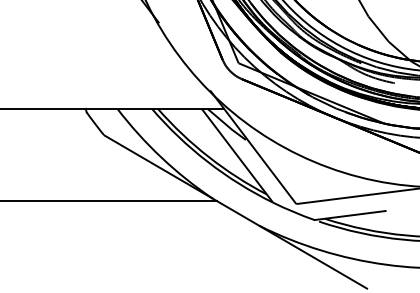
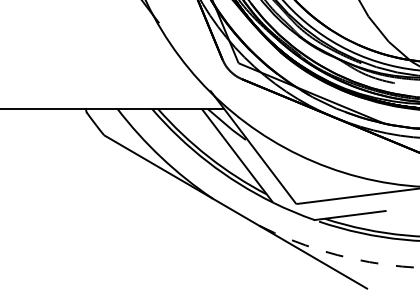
line at (109, 201): present -> none
arc at (338, 255): solid -> dashed
